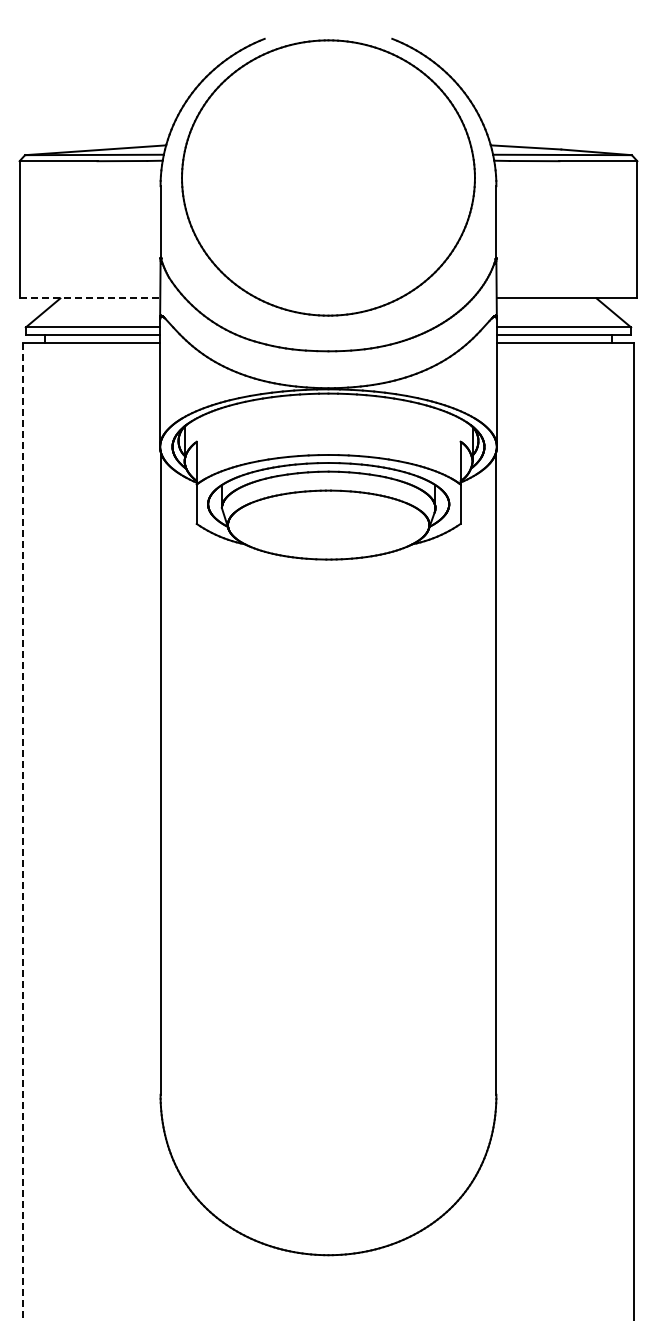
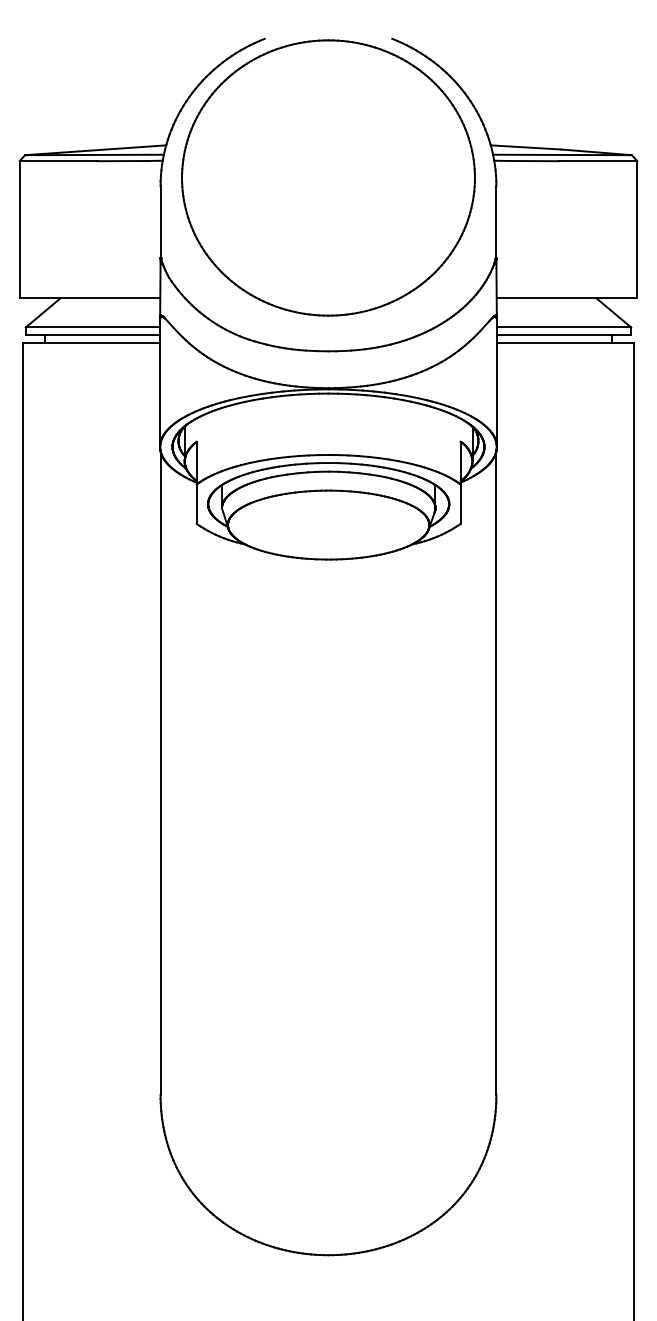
line at (90, 298): dashed -> solid
line at (22, 831): dashed -> solid
